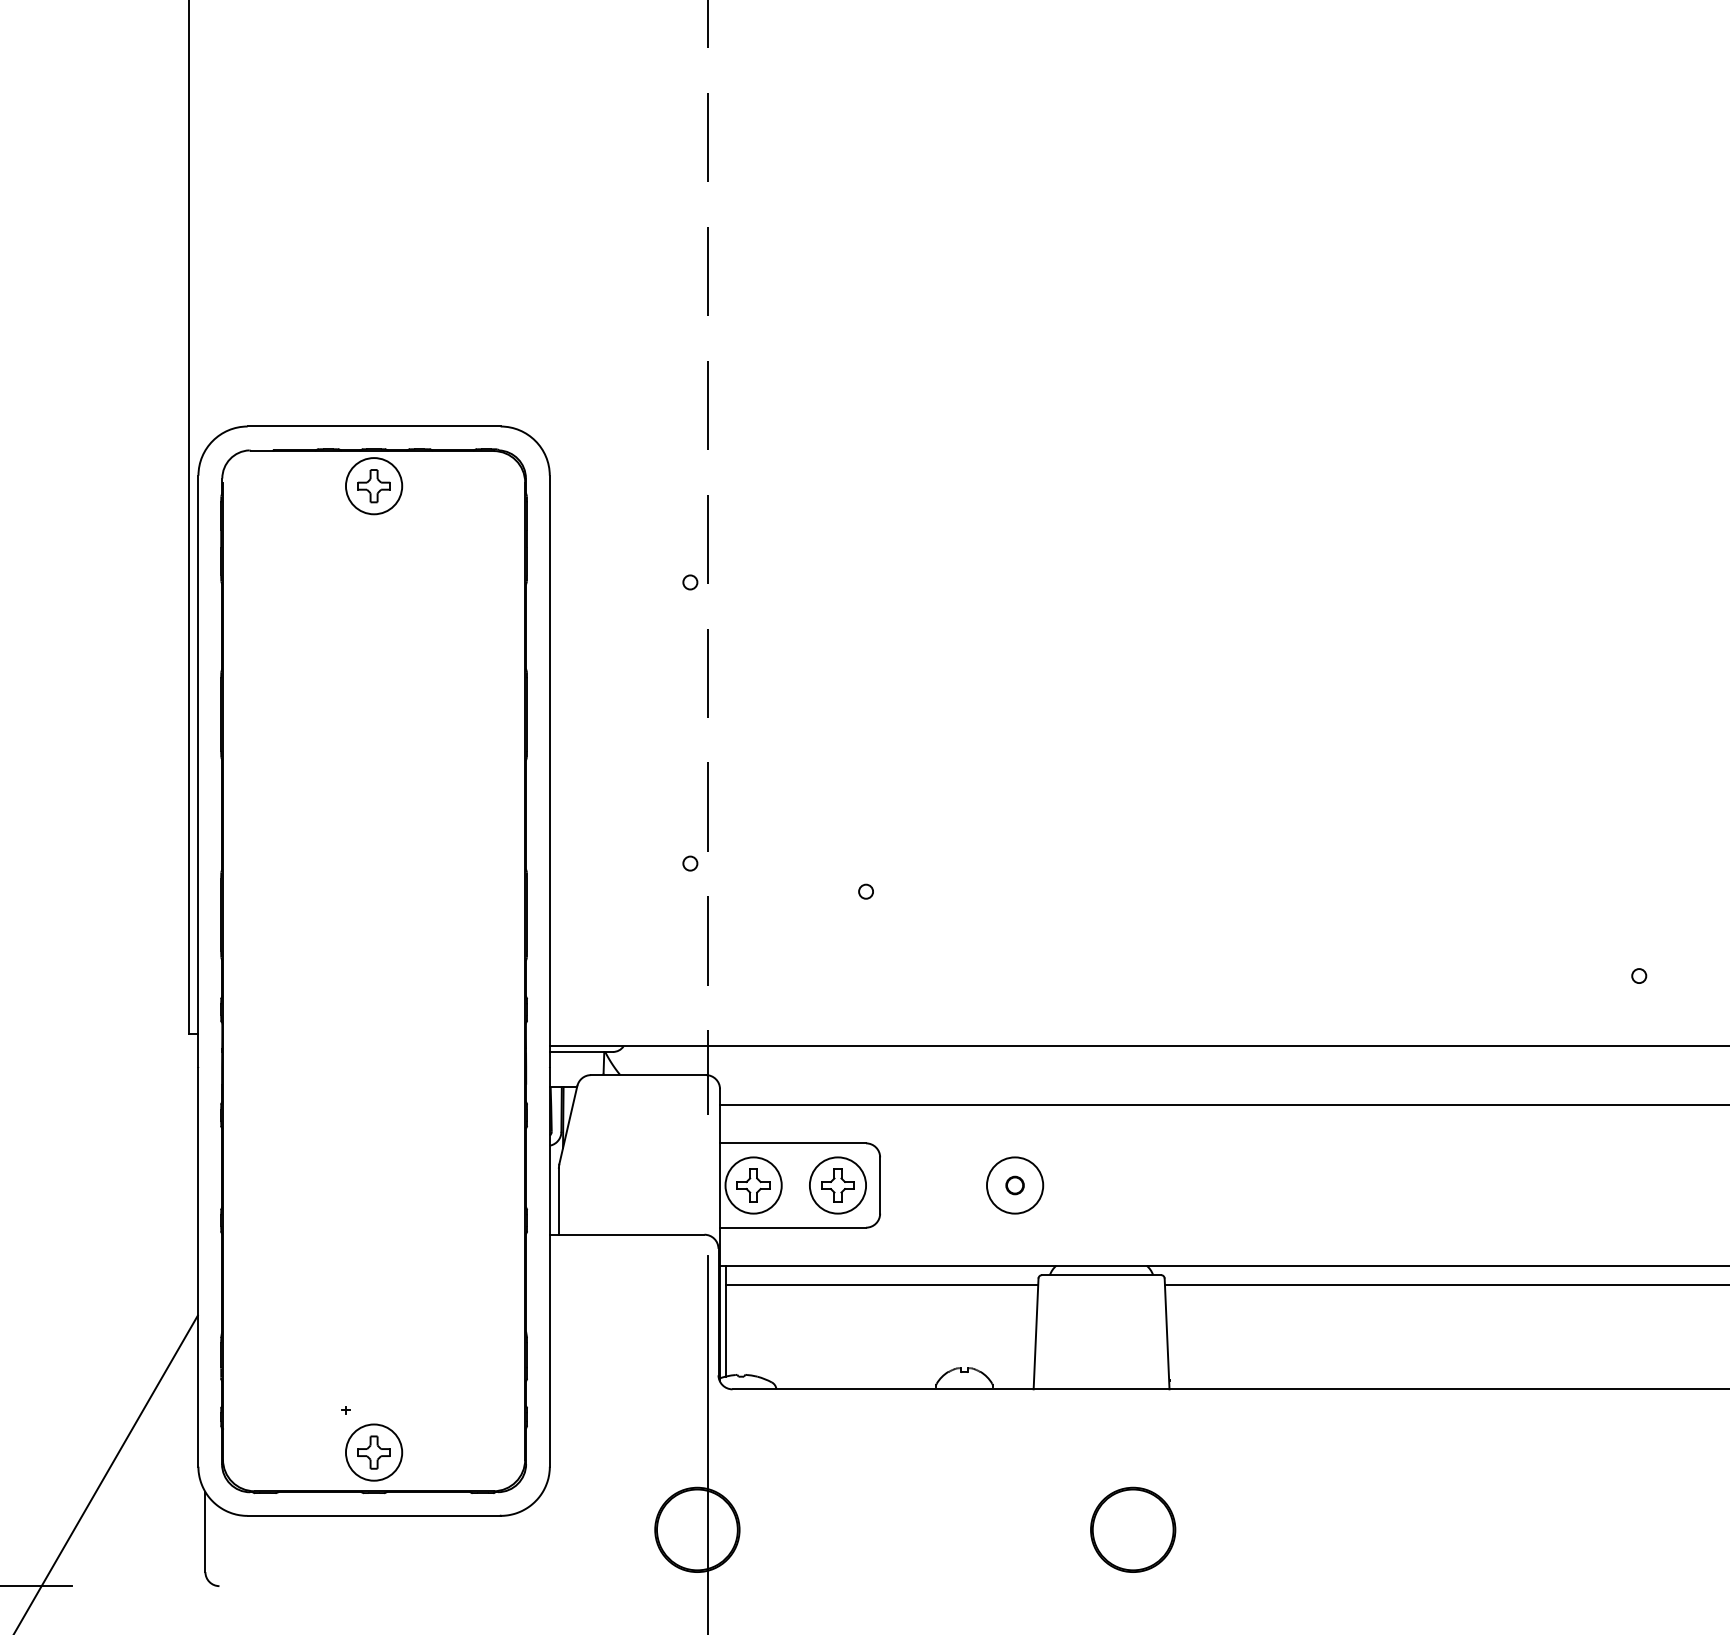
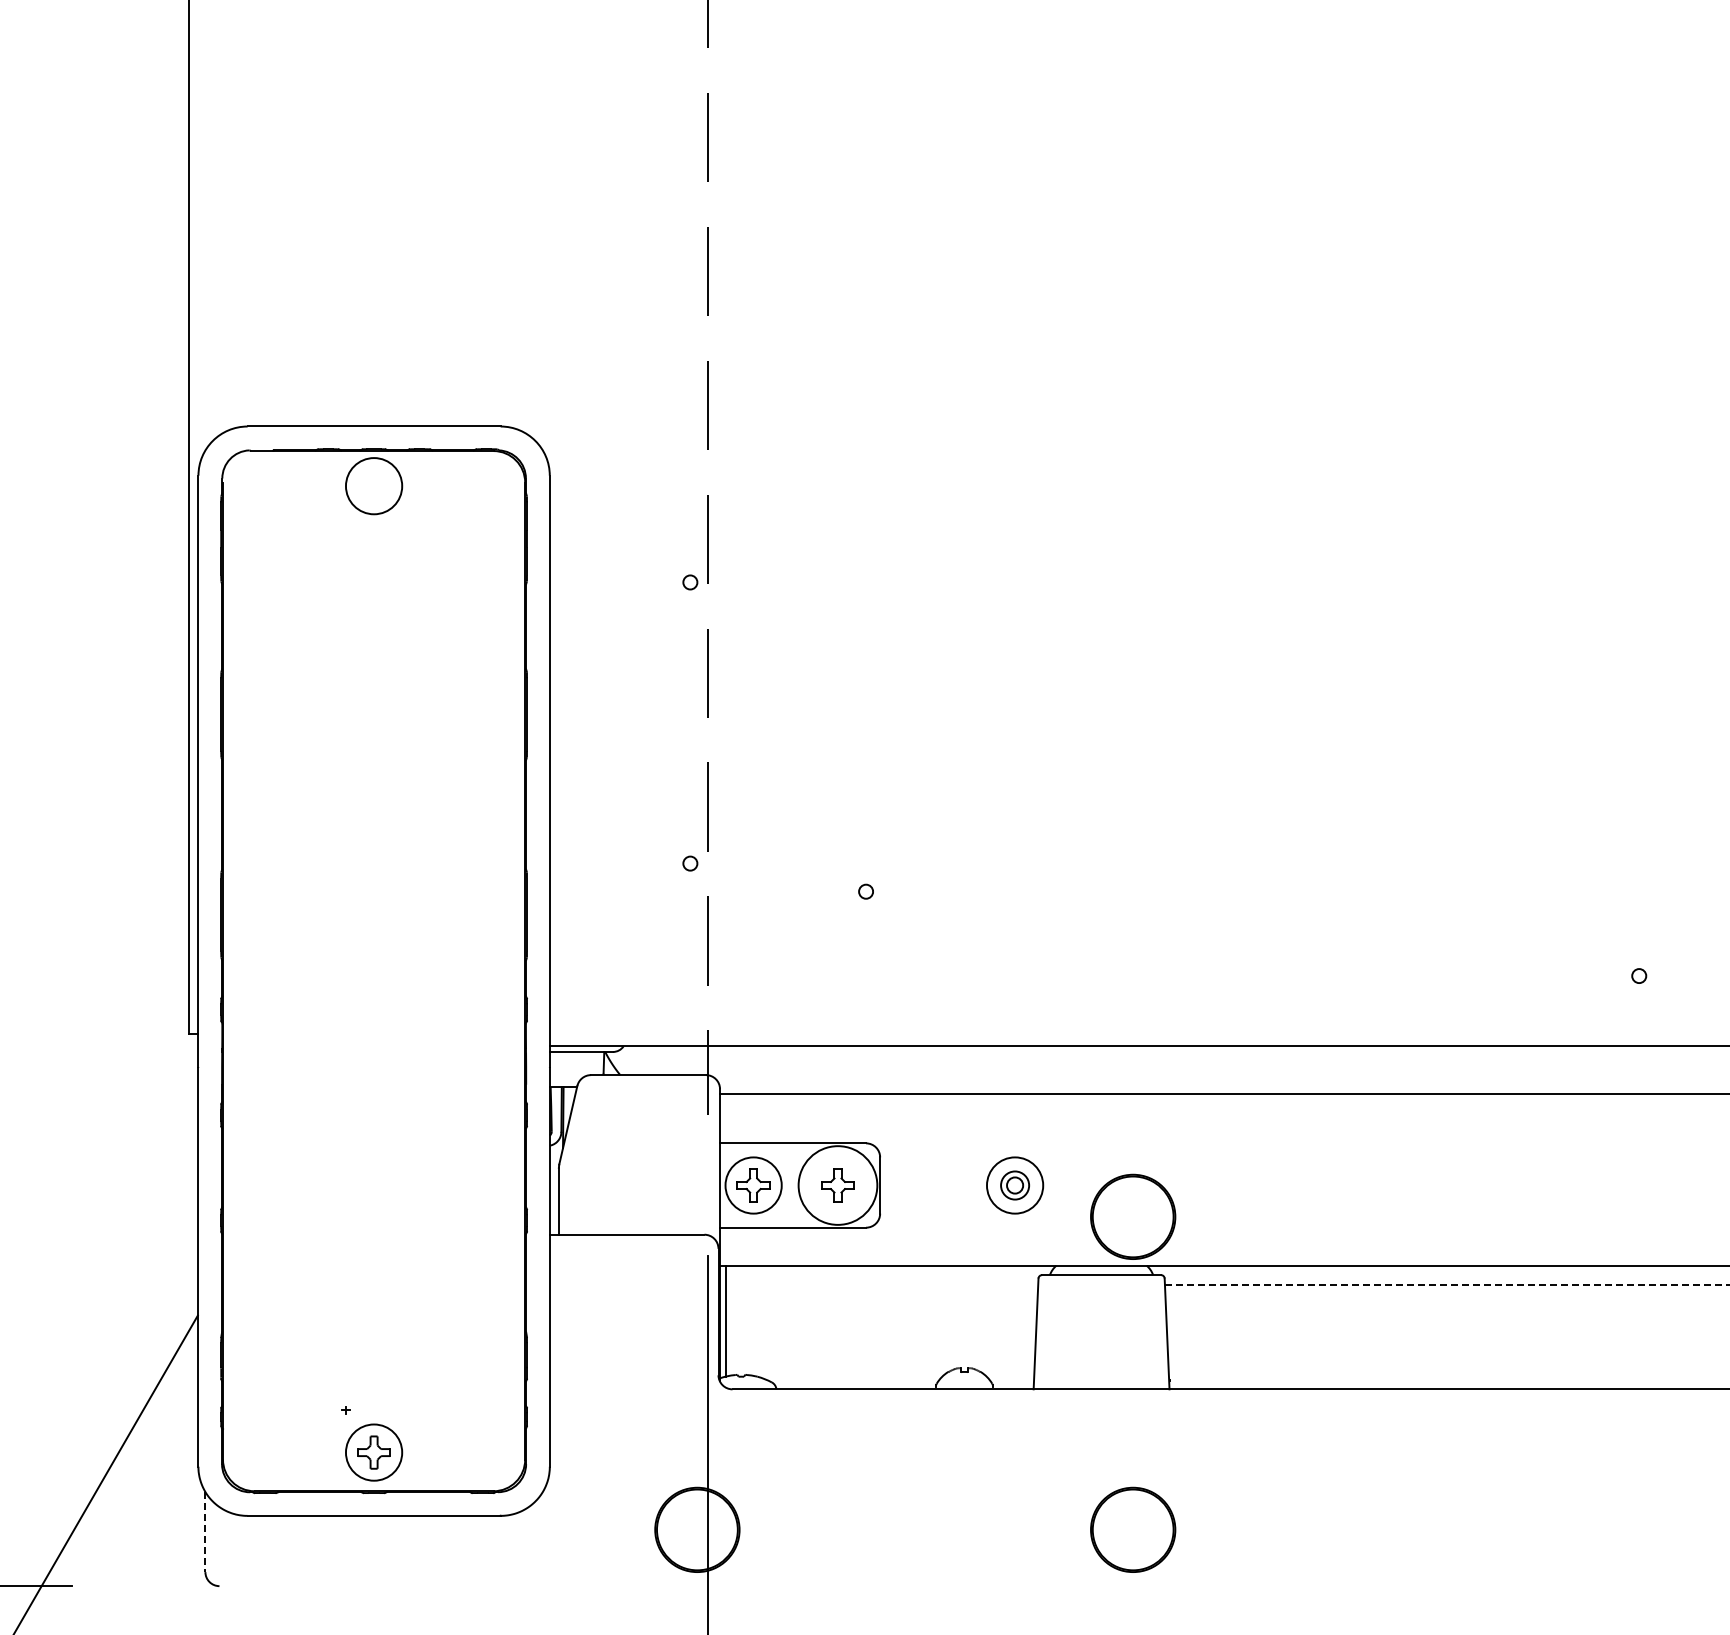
part at (373, 486): present -> none
line at (1223, 1105) position: (1223, 1105) -> (1223, 1094)
circle at (837, 1185) diameter: 56 px -> 79 px
circle at (1014, 1185) diameter: 18 px -> 28 px
part at (1133, 1216): none -> present
line at (881, 1285): present -> none
line at (1447, 1285): solid -> dashed
line at (205, 1532): solid -> dashed
